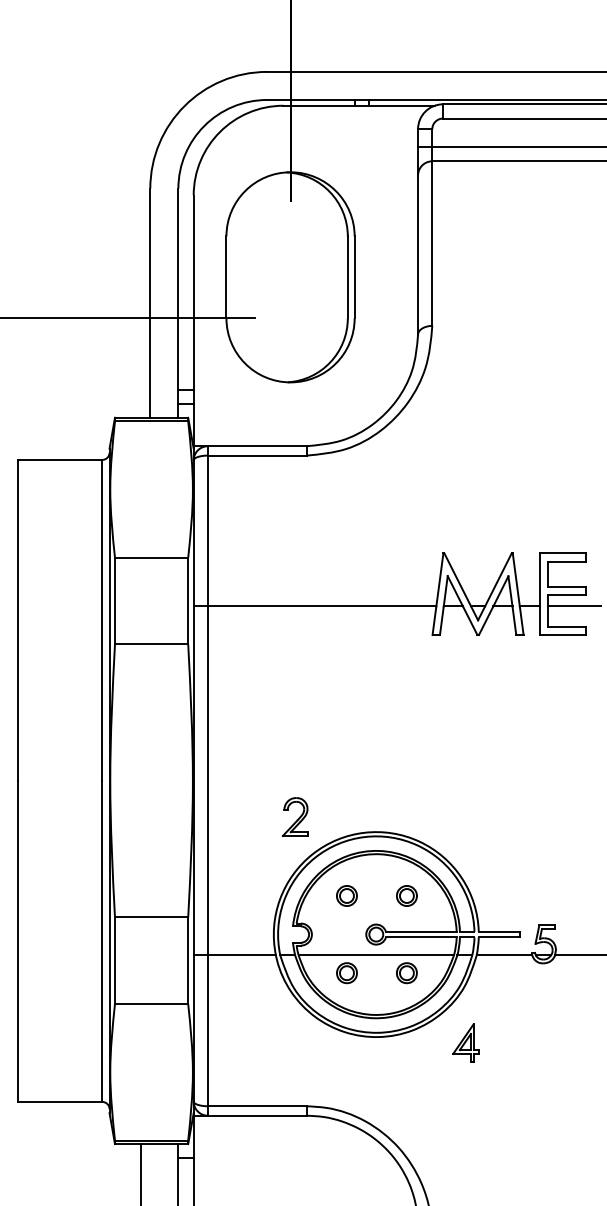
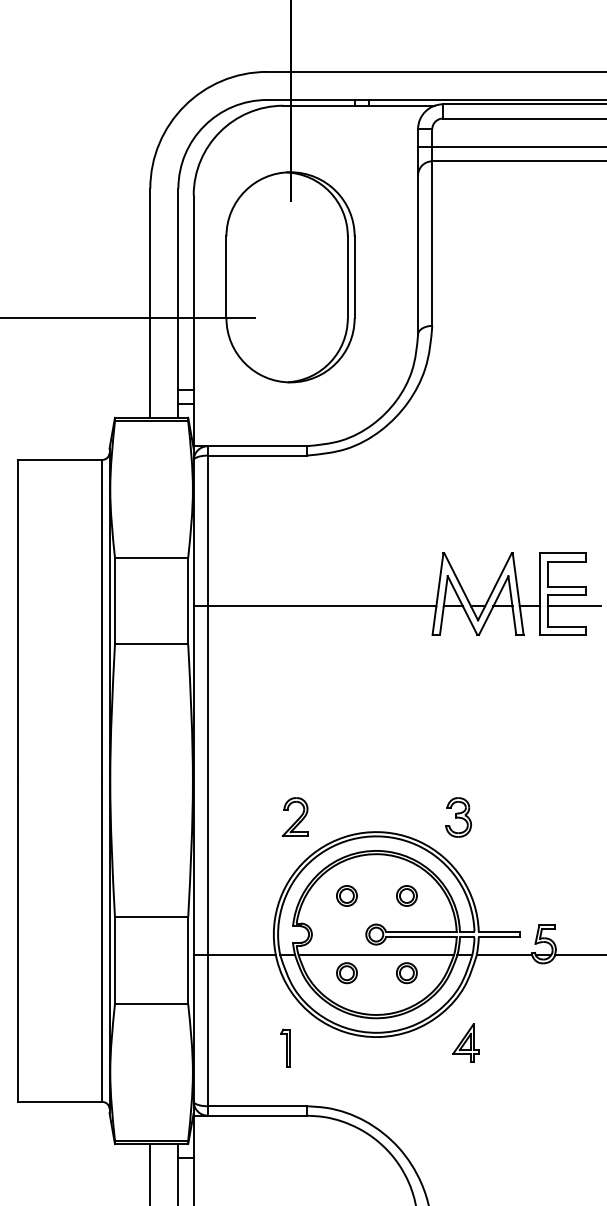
part at (458, 817): none -> present
part at (285, 1047): none -> present
line at (141, 1173) position: (141, 1173) -> (150, 1173)
